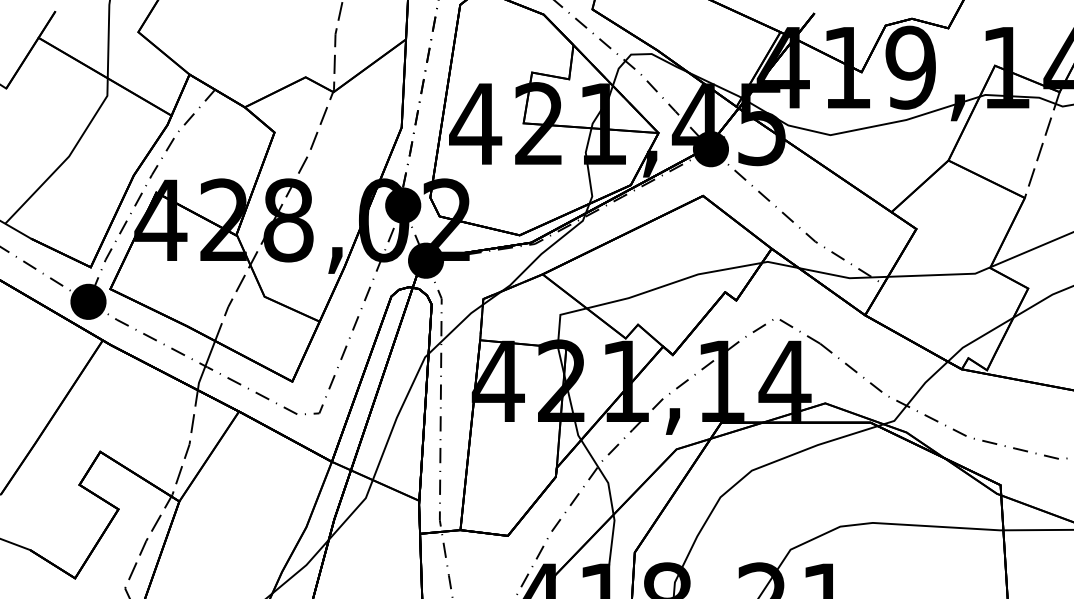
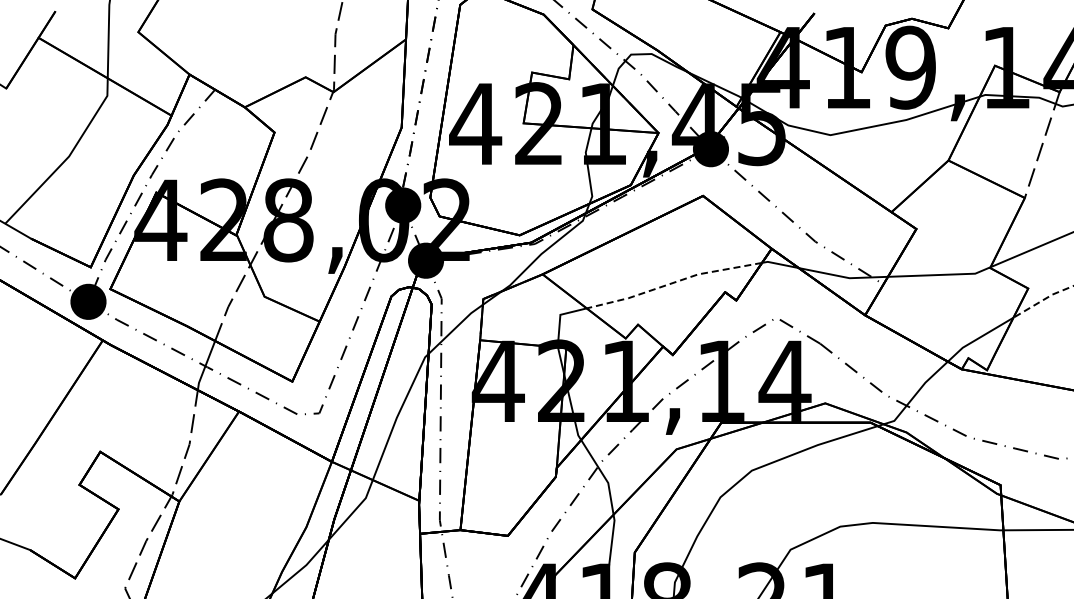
line at (672, 283): solid -> dashed
line at (1043, 300): solid -> dashed
